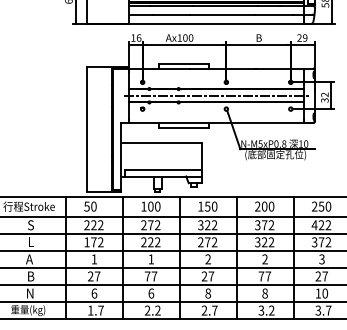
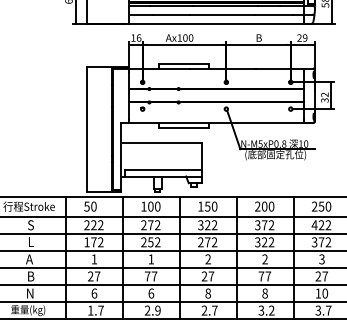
line at (216, 95): present -> none
text at (150, 242): 222 -> 252
text at (157, 310): 2.2 -> 2.9
